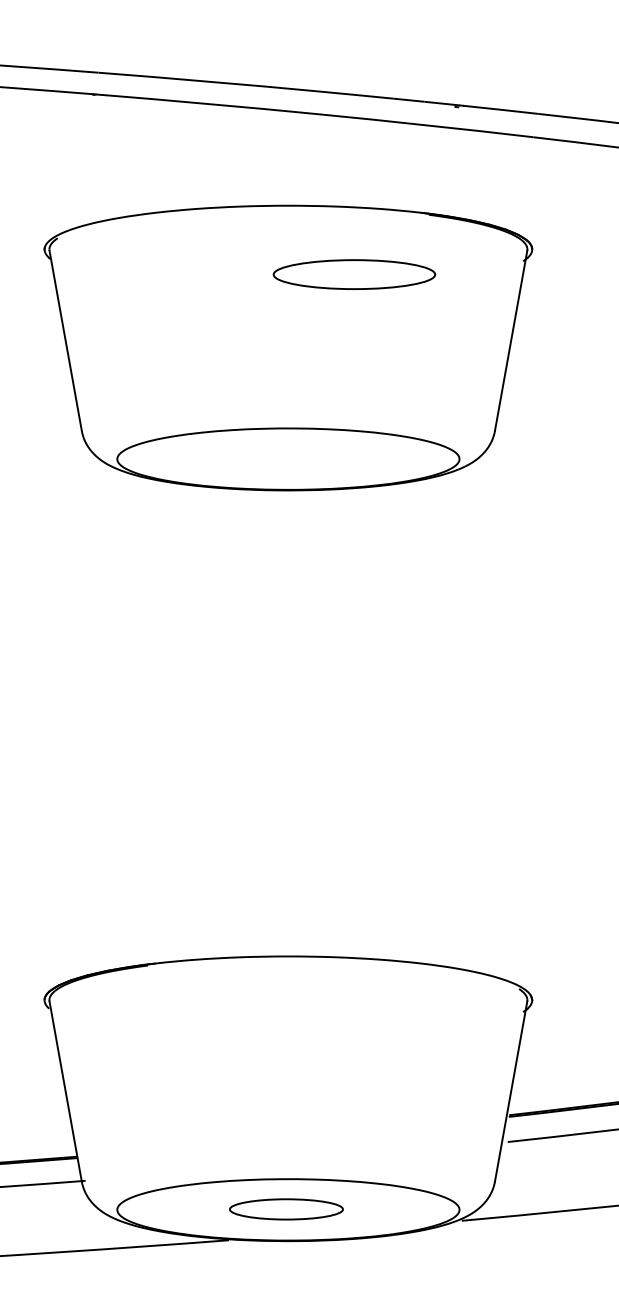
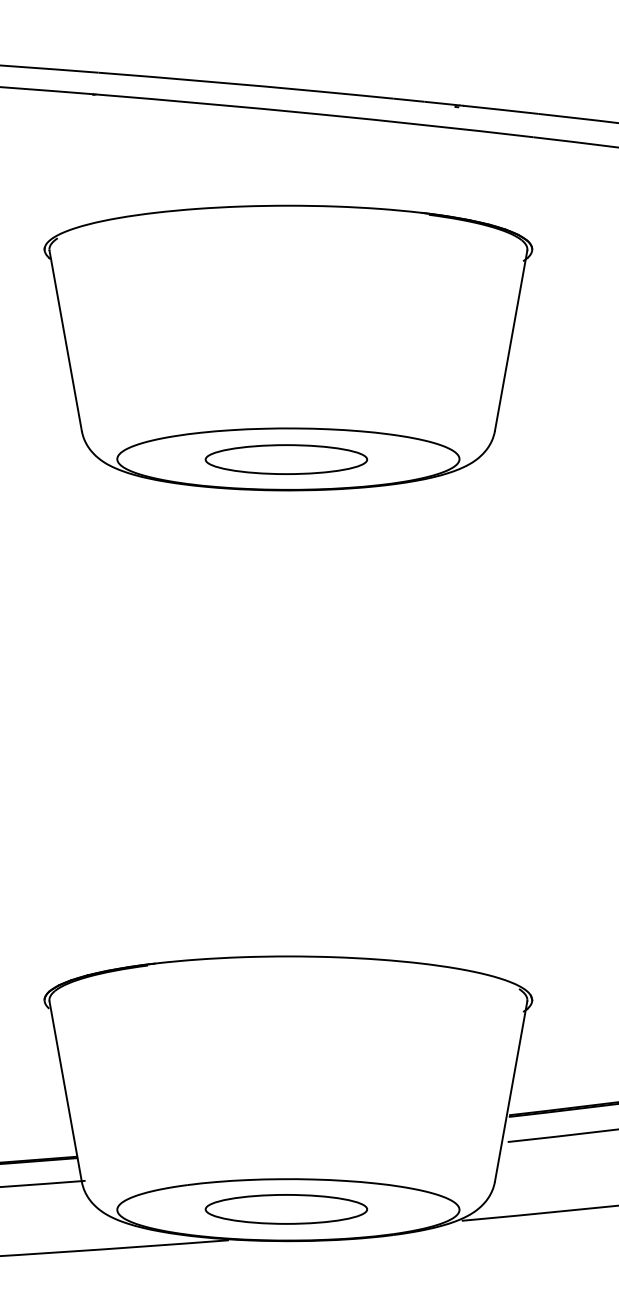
part at (354, 274) position: (354, 274) -> (286, 459)
part at (286, 1209) size: 115x23 px -> 165x31 px
